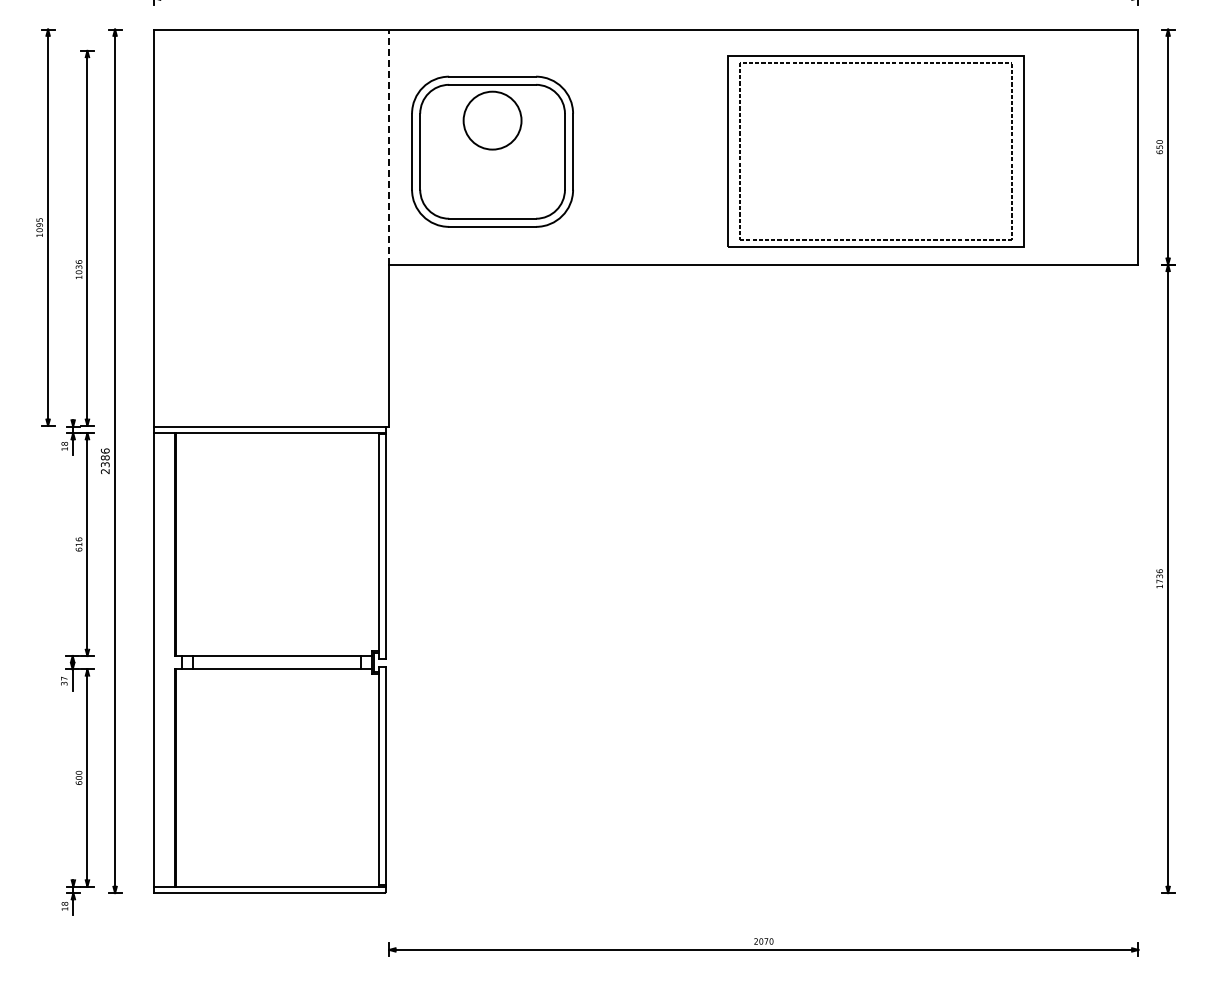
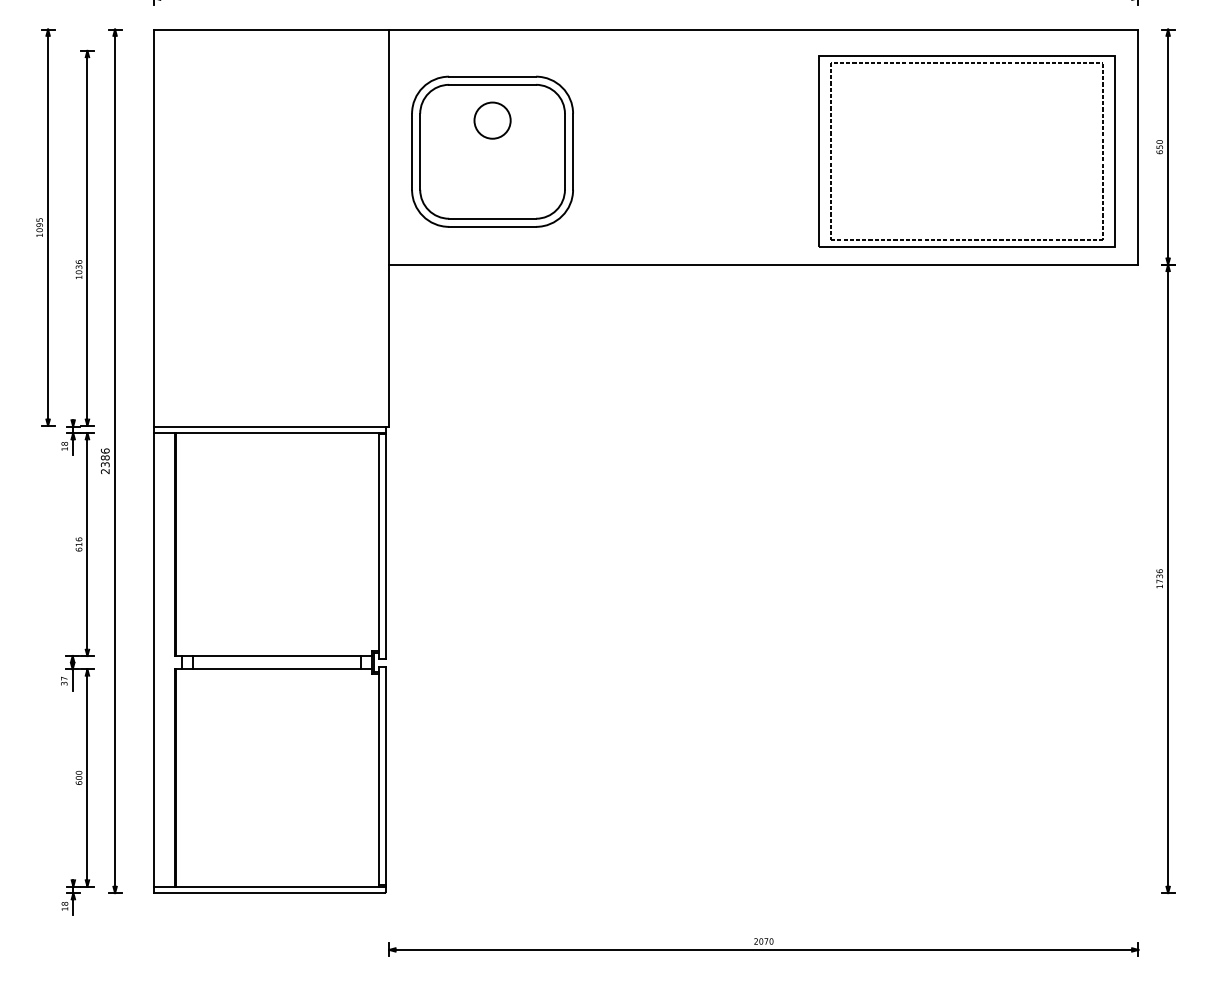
circle at (492, 120) diameter: 58 px -> 36 px
line at (389, 147): dashed -> solid
part at (875, 151) position: (875, 151) -> (966, 151)
